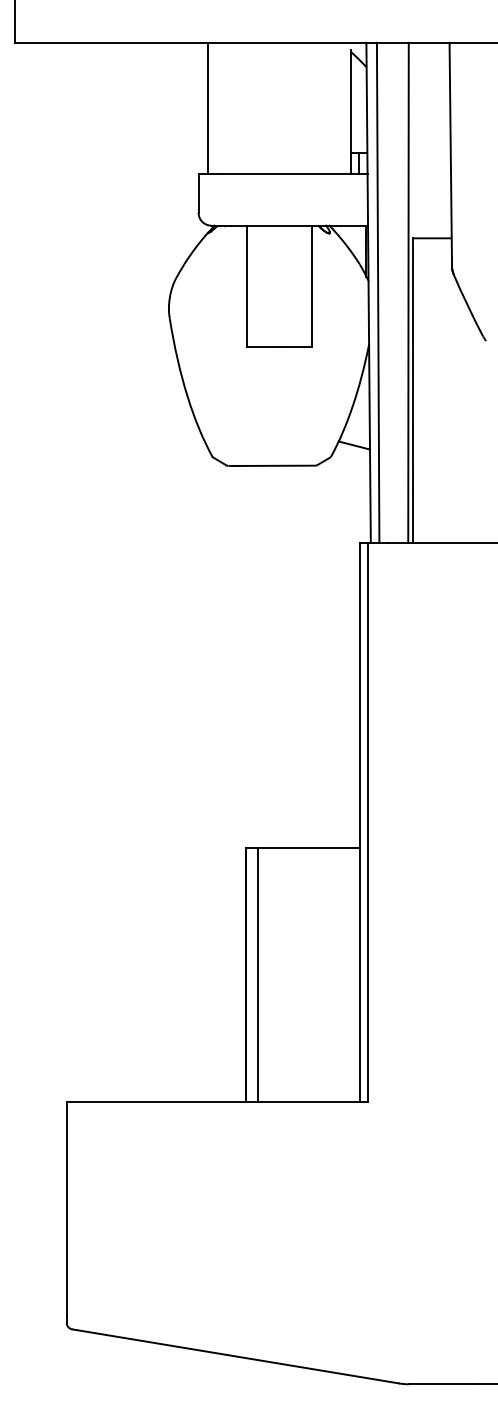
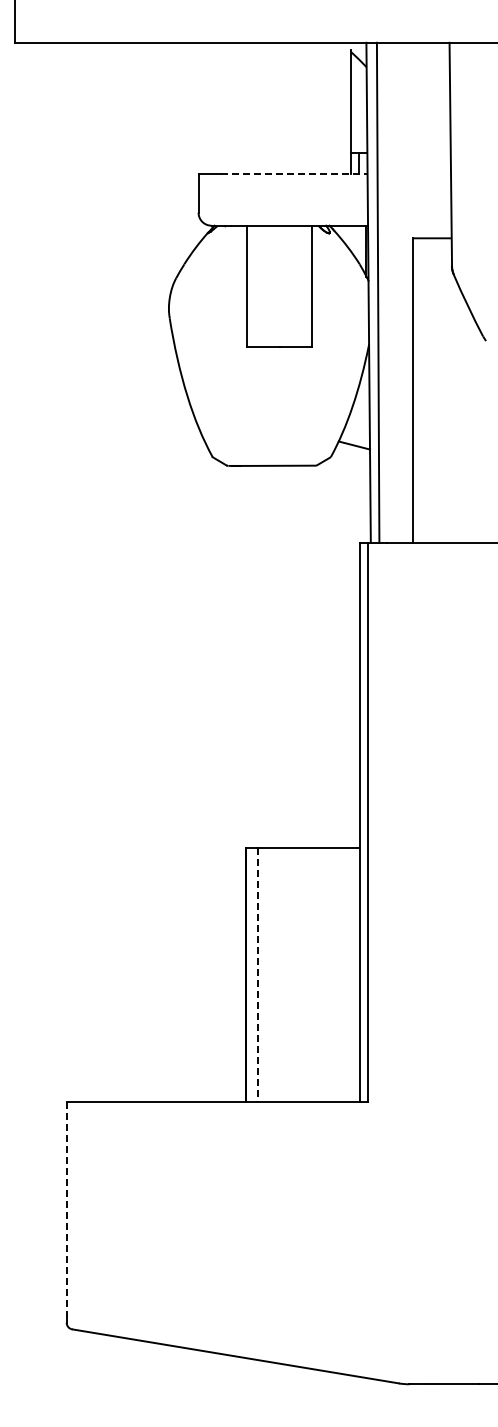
line at (208, 107): present -> none
line at (294, 173): solid -> dashed
line at (408, 292): present -> none
line at (258, 974): solid -> dashed
line at (66, 1209): solid -> dashed
